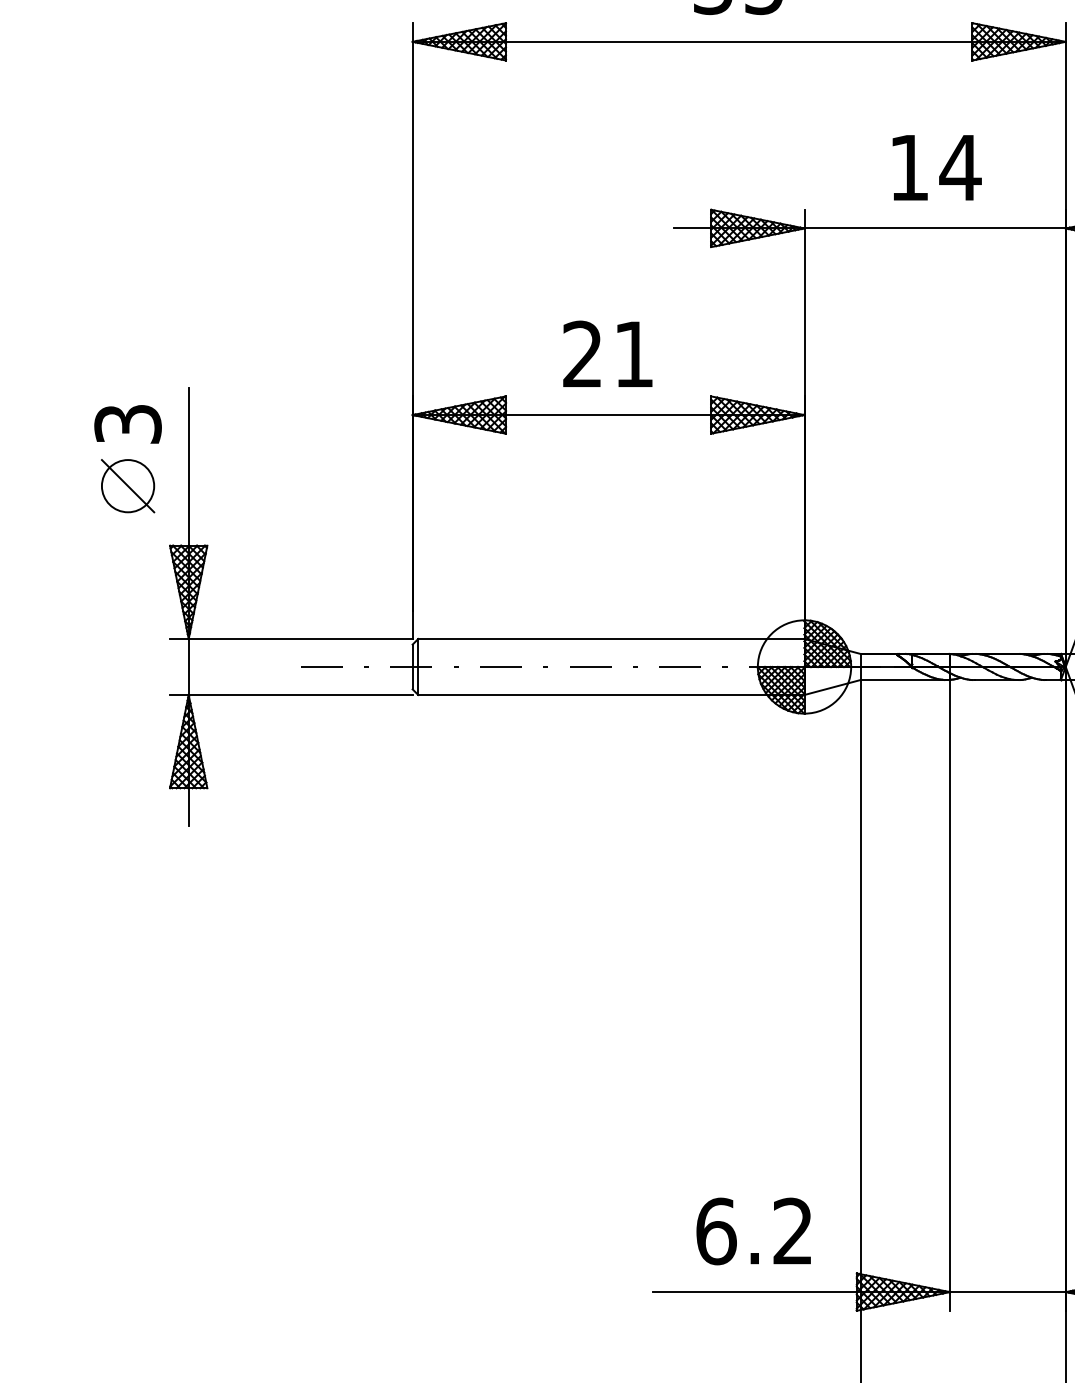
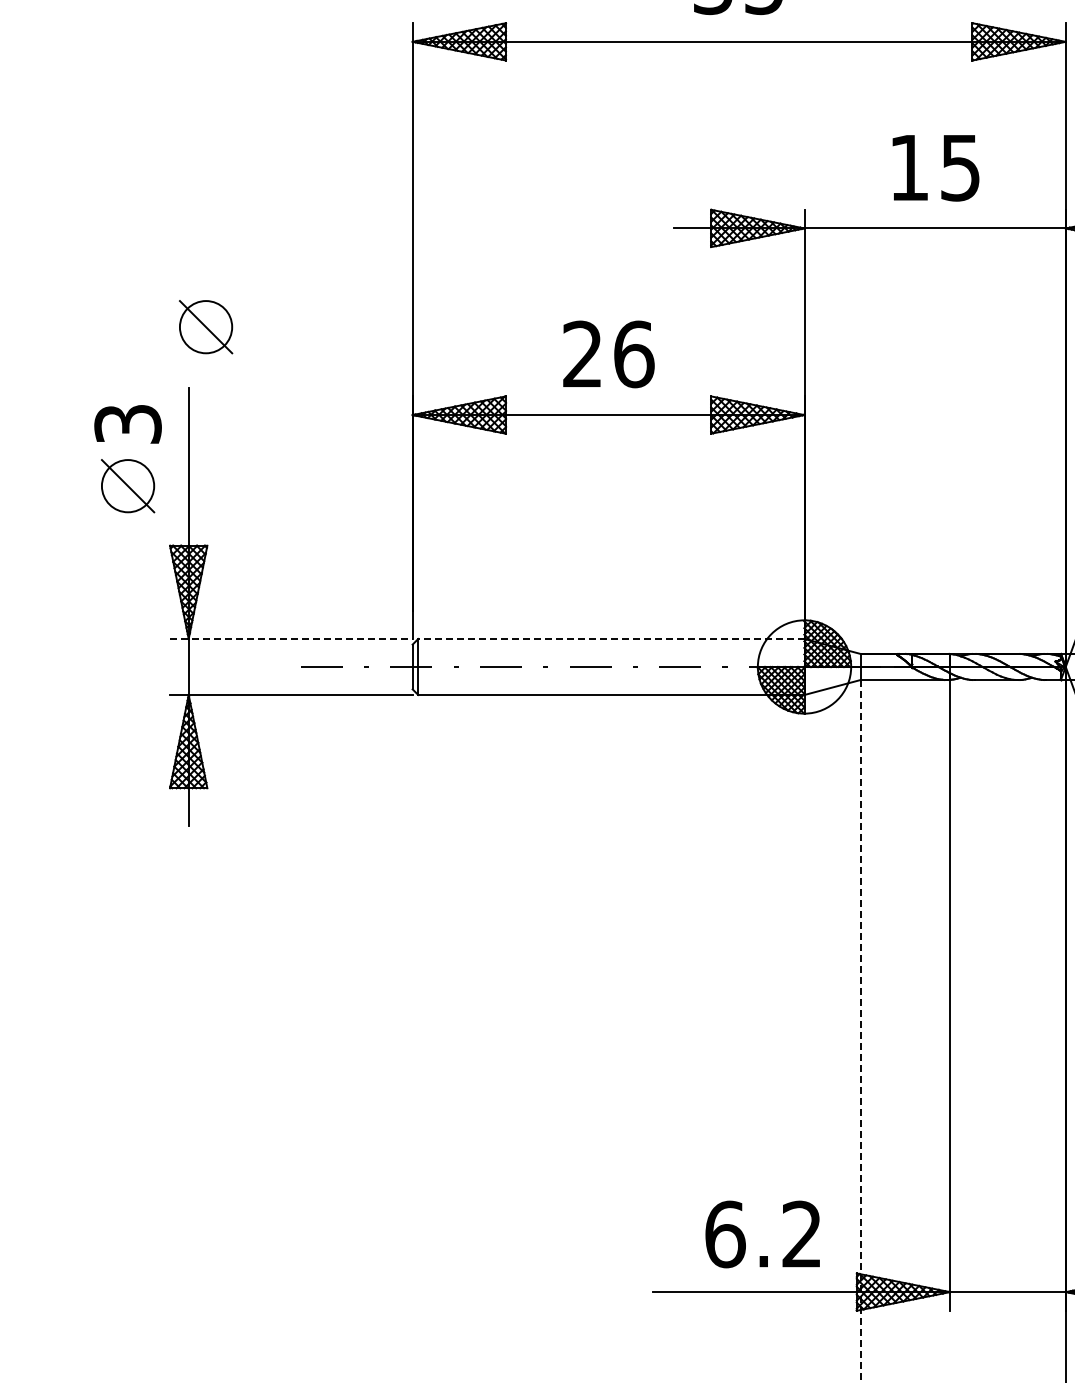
text at (960, 168): 14 -> 15
part at (206, 327): none -> present
text at (634, 354): 21 -> 26
line at (291, 639): solid -> dashed
line at (610, 639): solid -> dashed
line at (860, 1031): solid -> dashed
text at (753, 1231) position: (753, 1231) -> (762, 1234)
